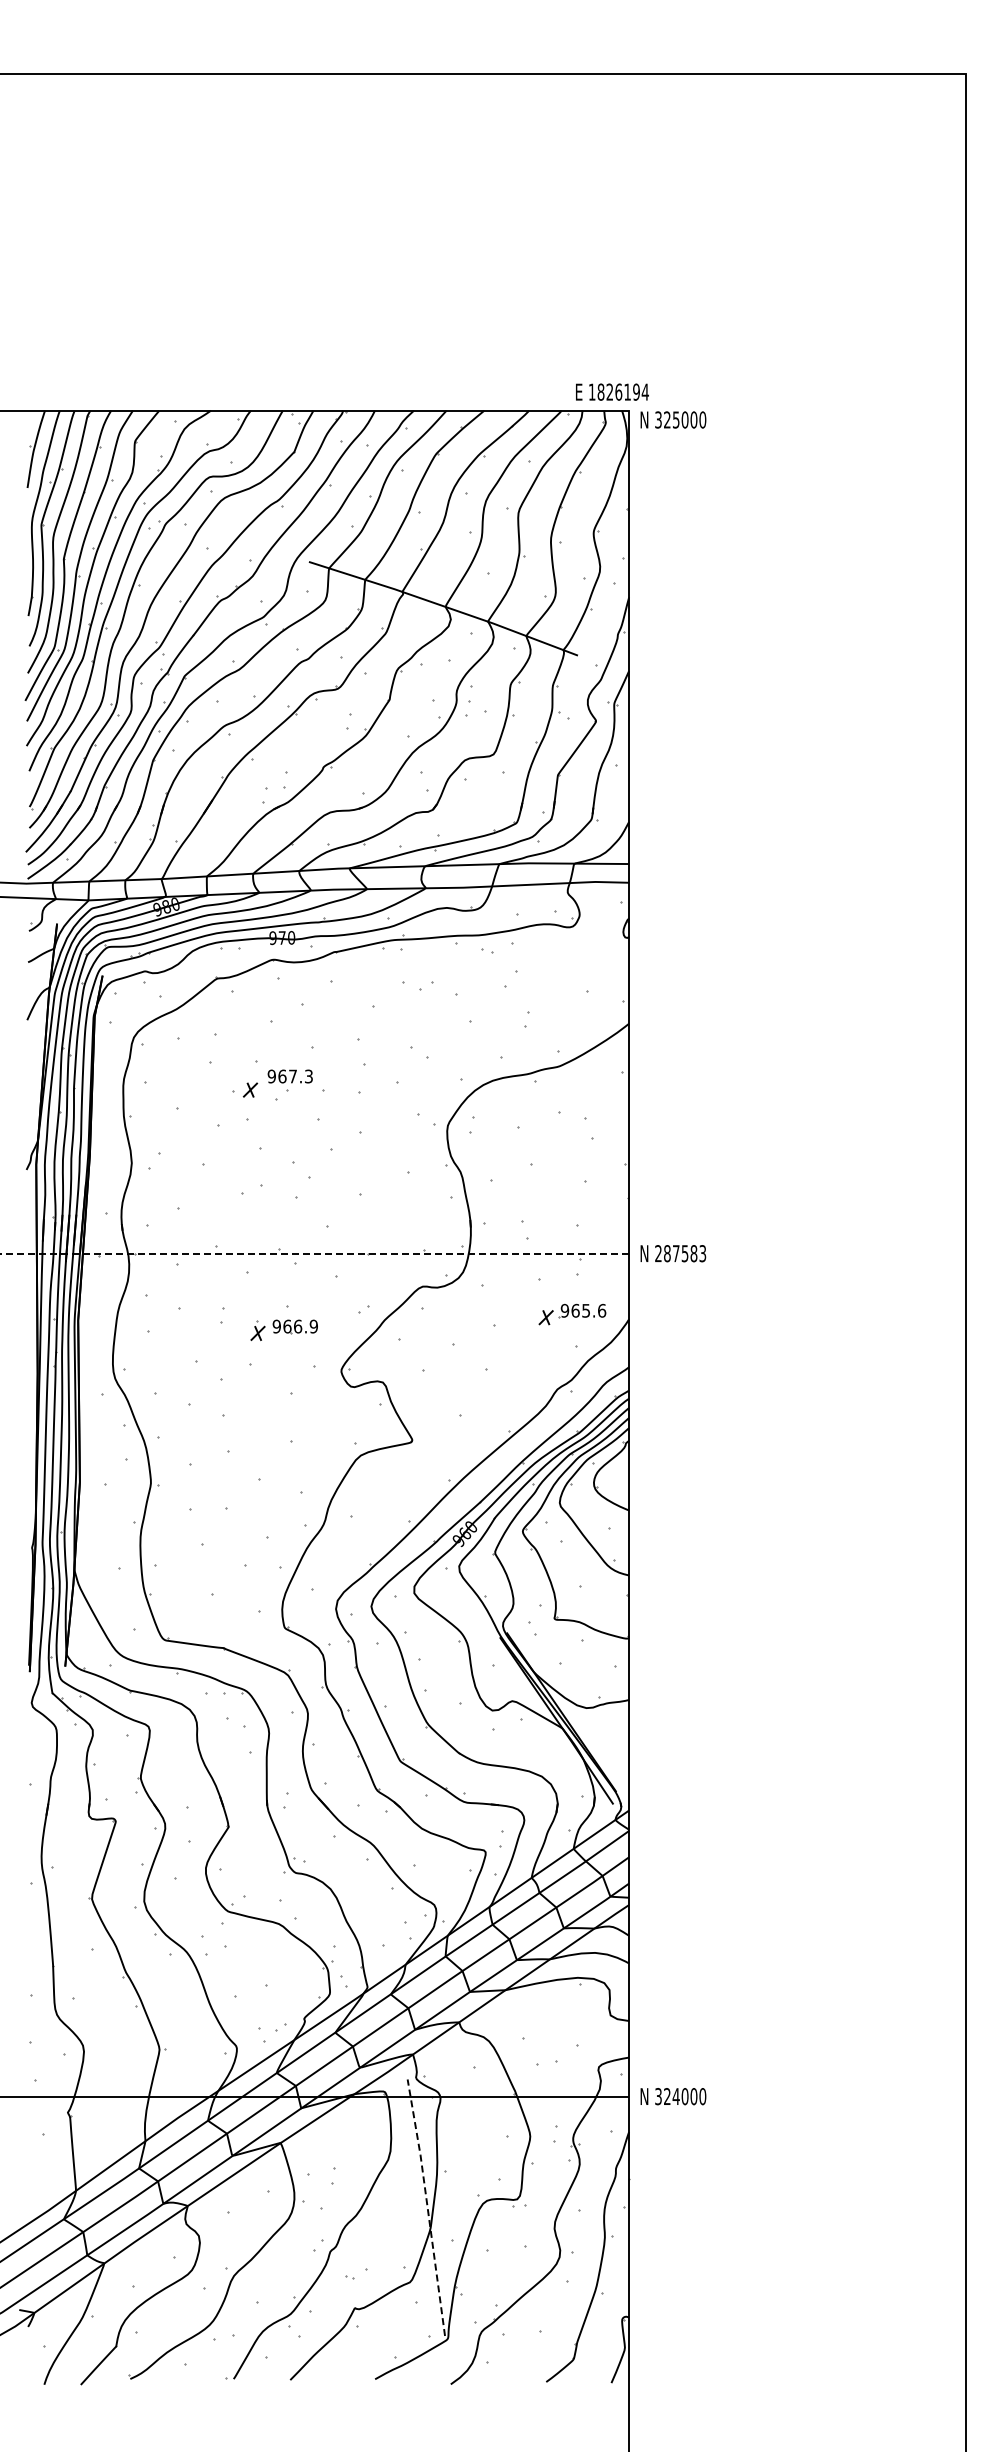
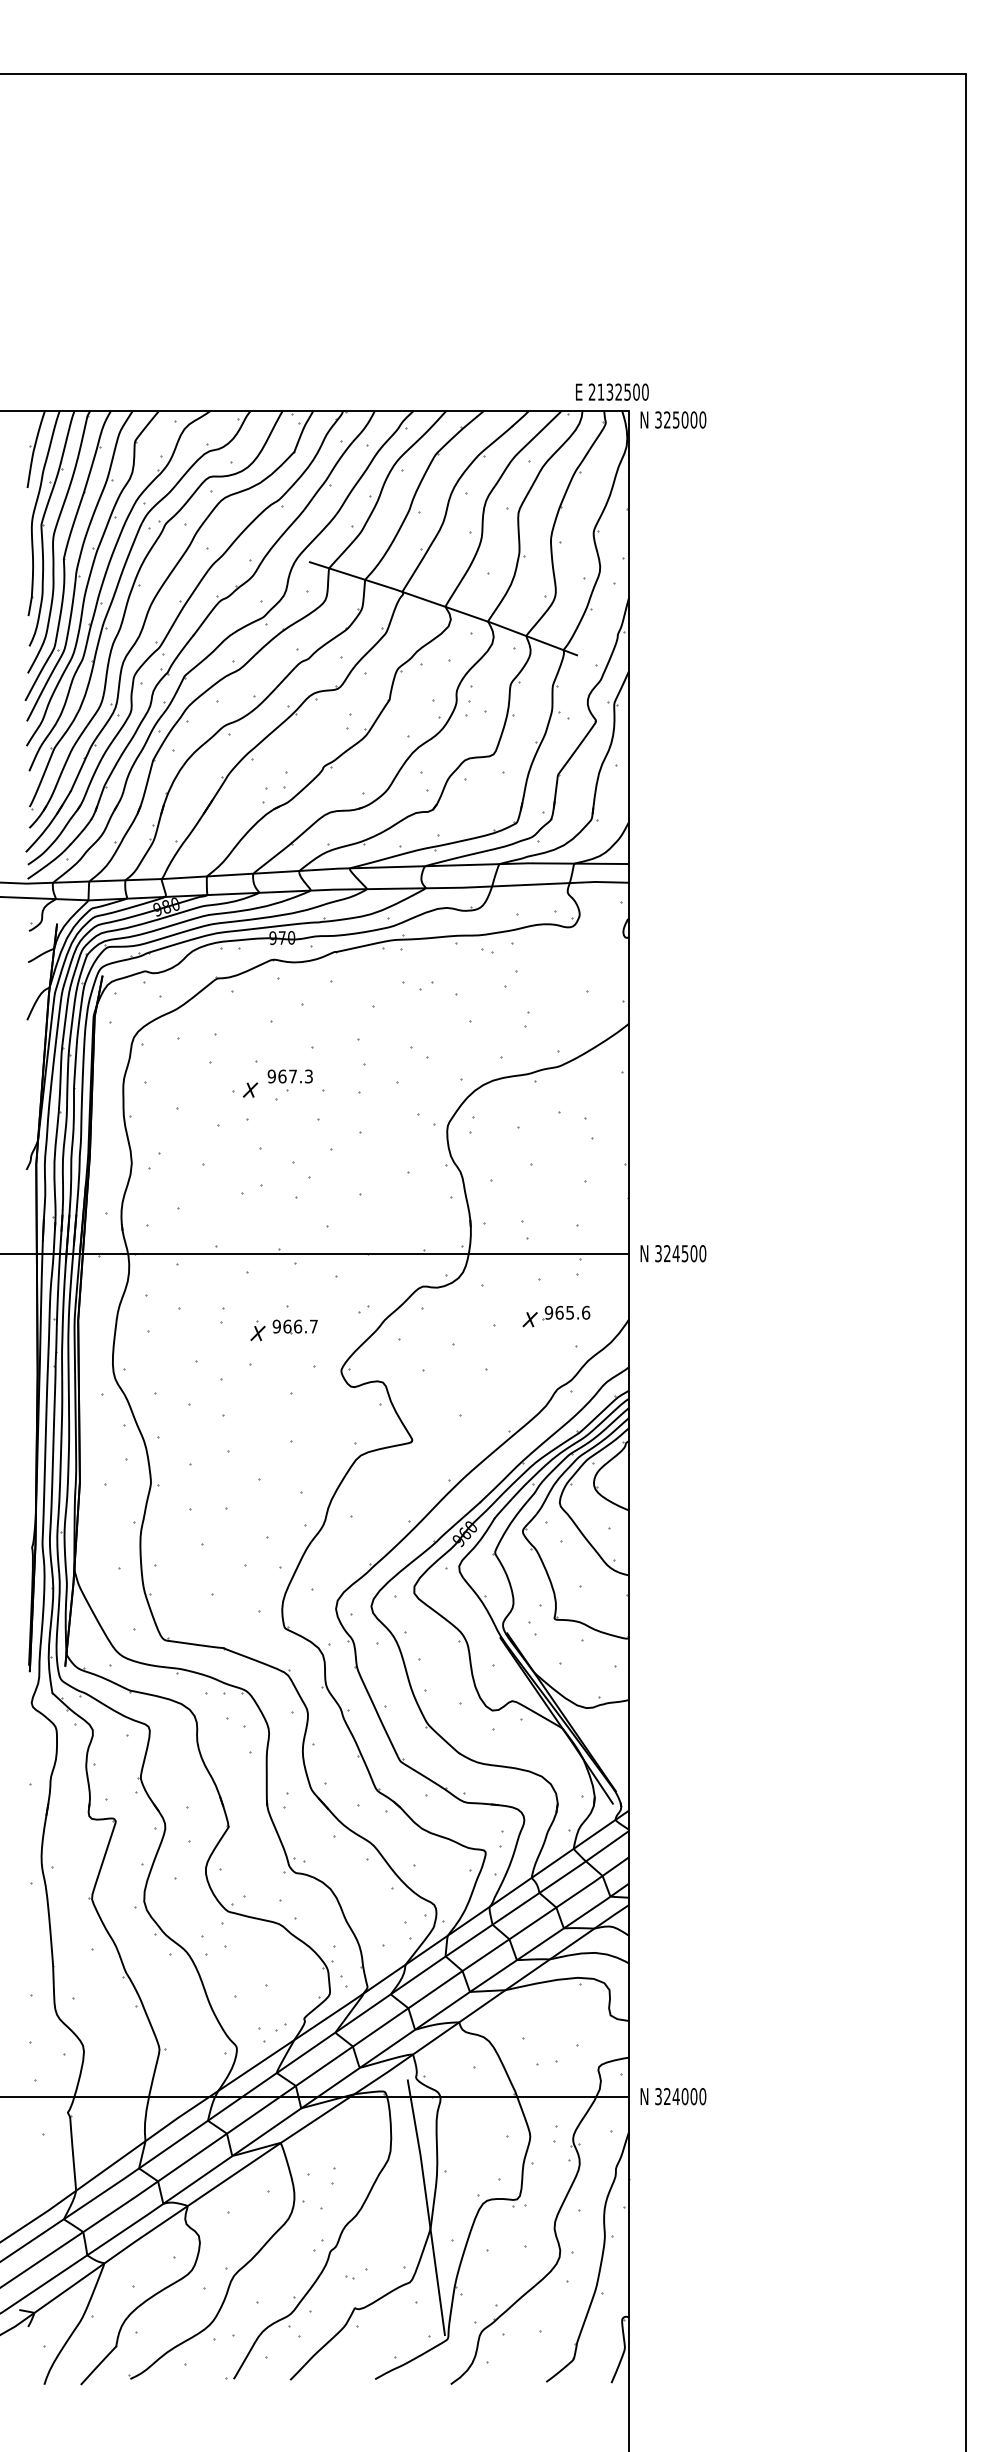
text at (618, 391): 1826194 -> 2132500
line at (314, 1253): dashed -> solid
text at (680, 1253): 287583 -> 324500
part at (572, 1314) position: (572, 1314) -> (556, 1316)
text at (313, 1326): 966.9 -> 966.7
line at (427, 2206): dashed -> solid
